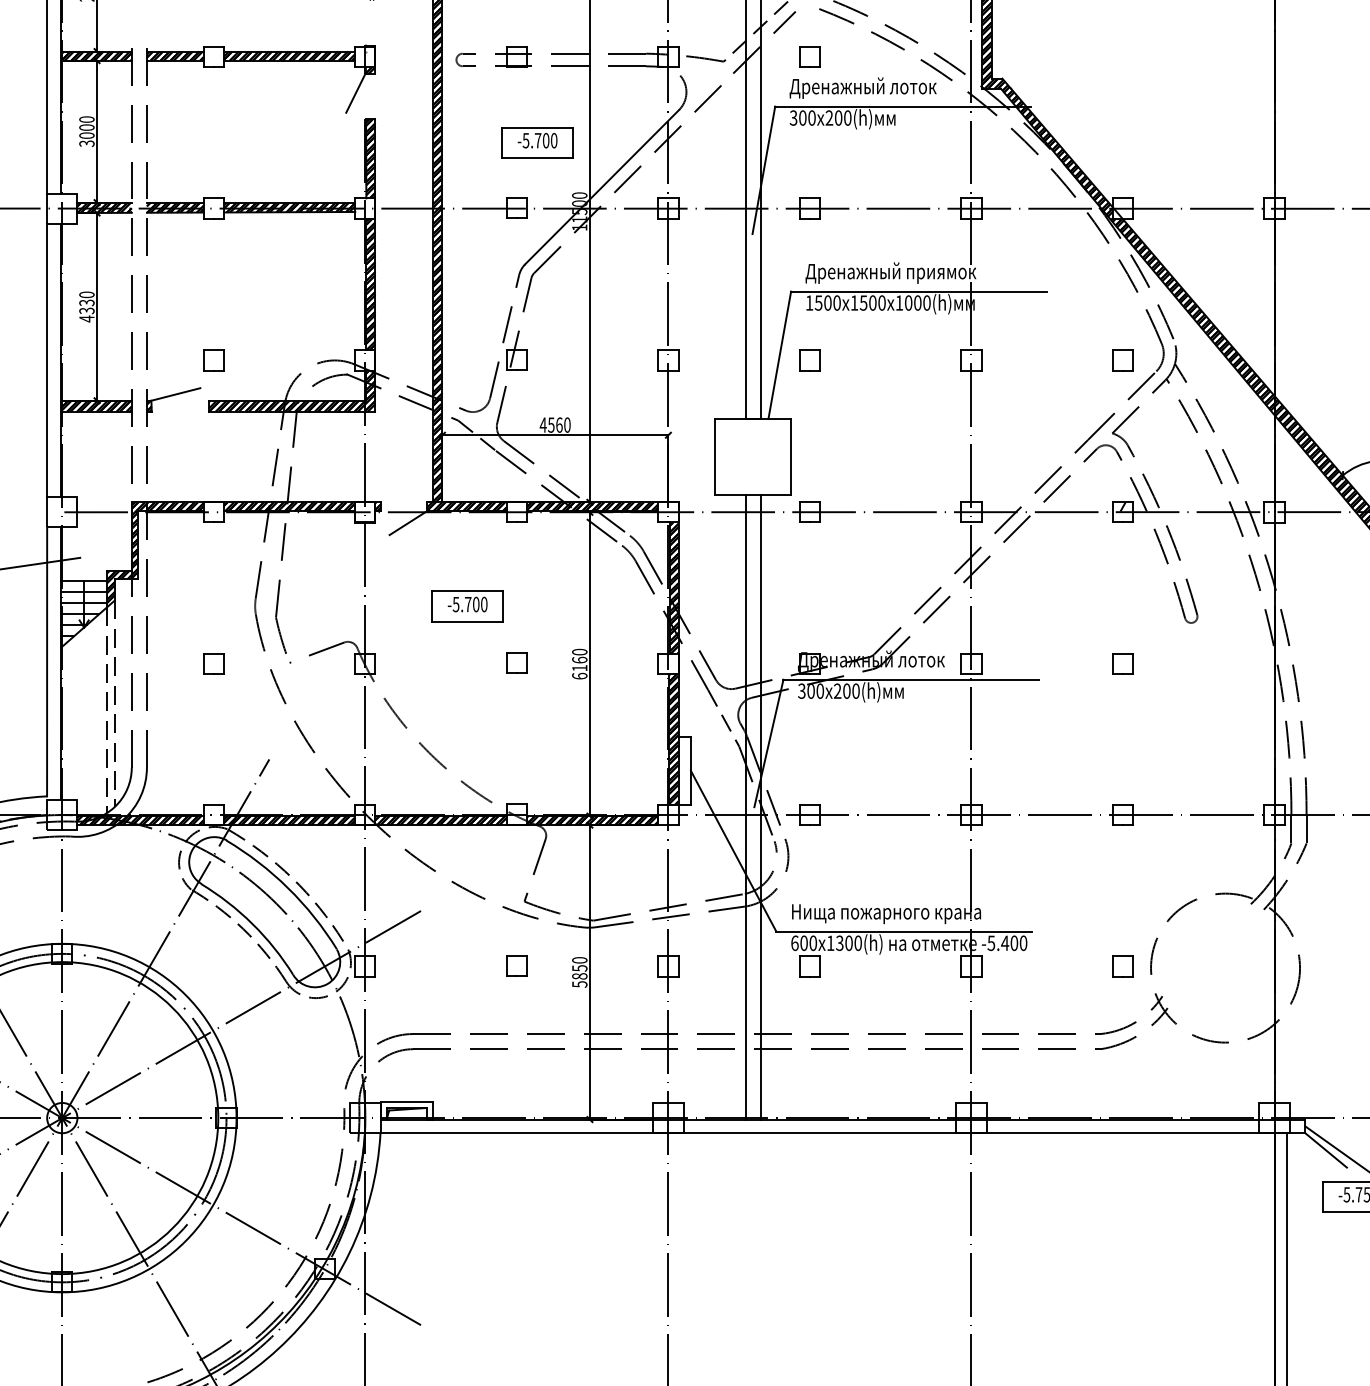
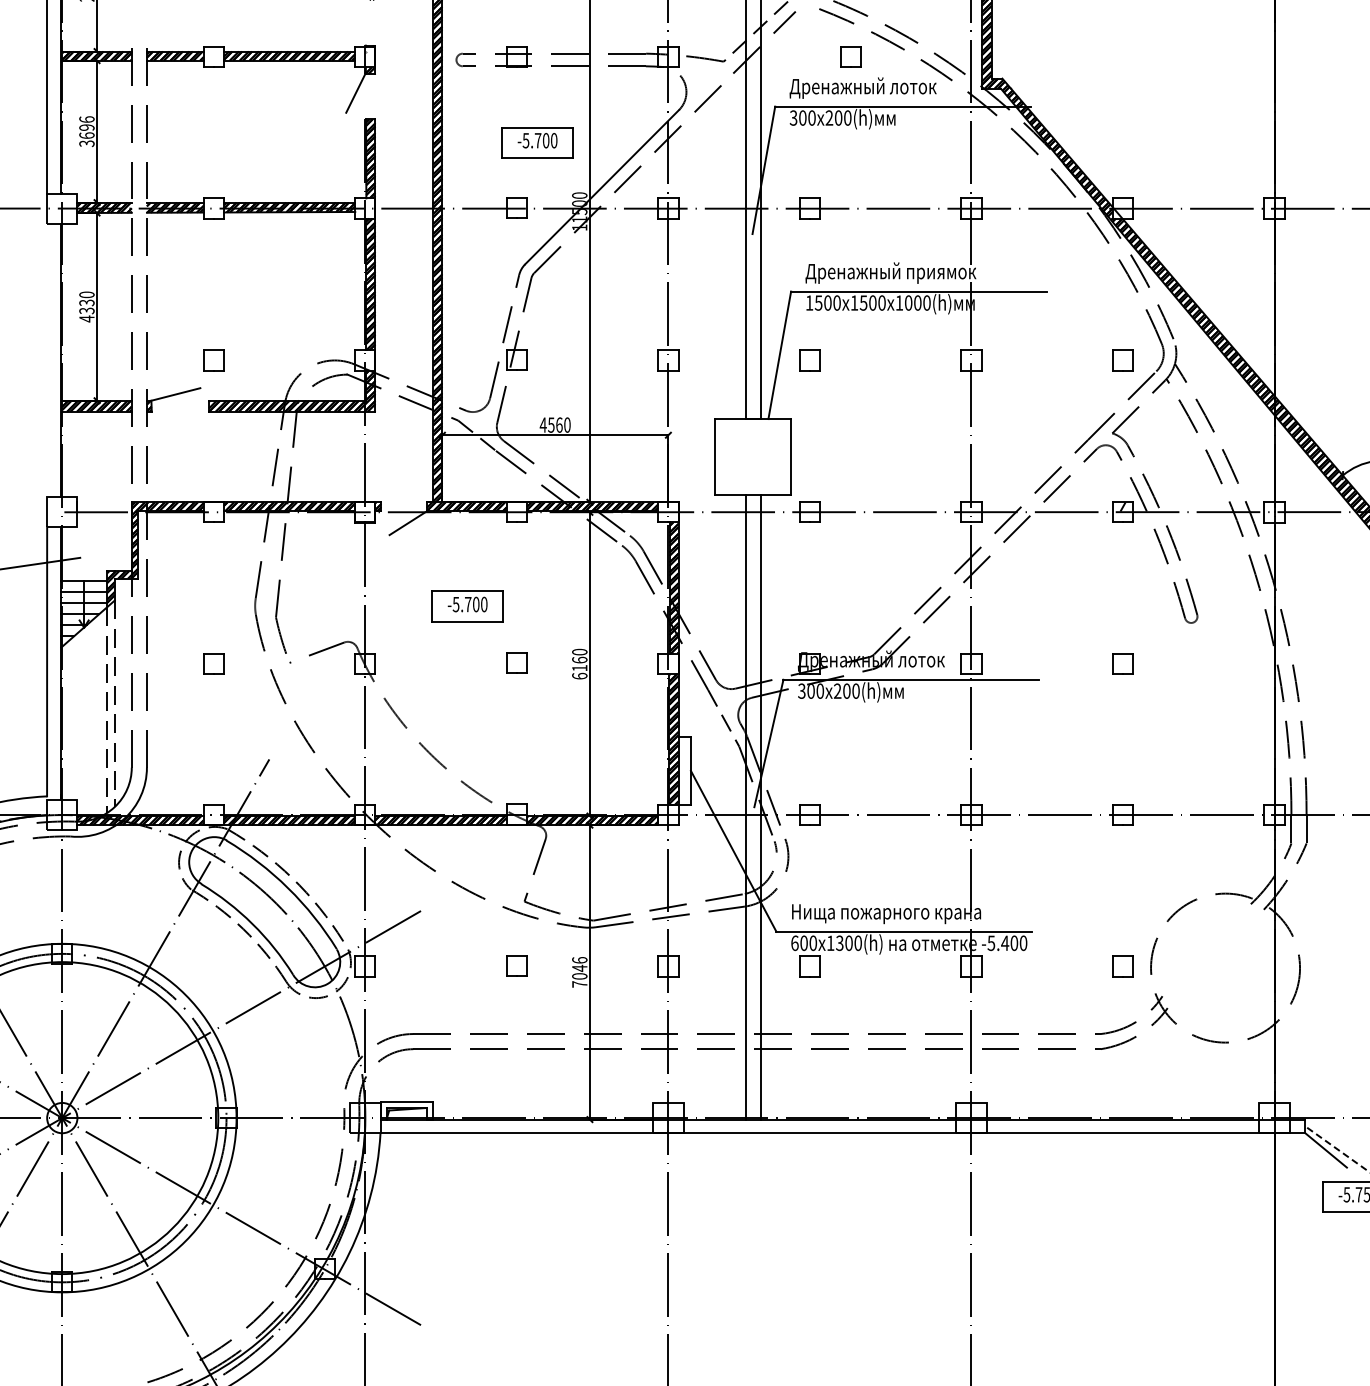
part at (809, 56) position: (809, 56) -> (850, 56)
text at (86, 127): 3000 -> 3696
line at (47, 360): present -> none
text at (579, 972): 5850 -> 7046
line at (1337, 1149): solid -> dashed
line at (1287, 1257): present -> none
